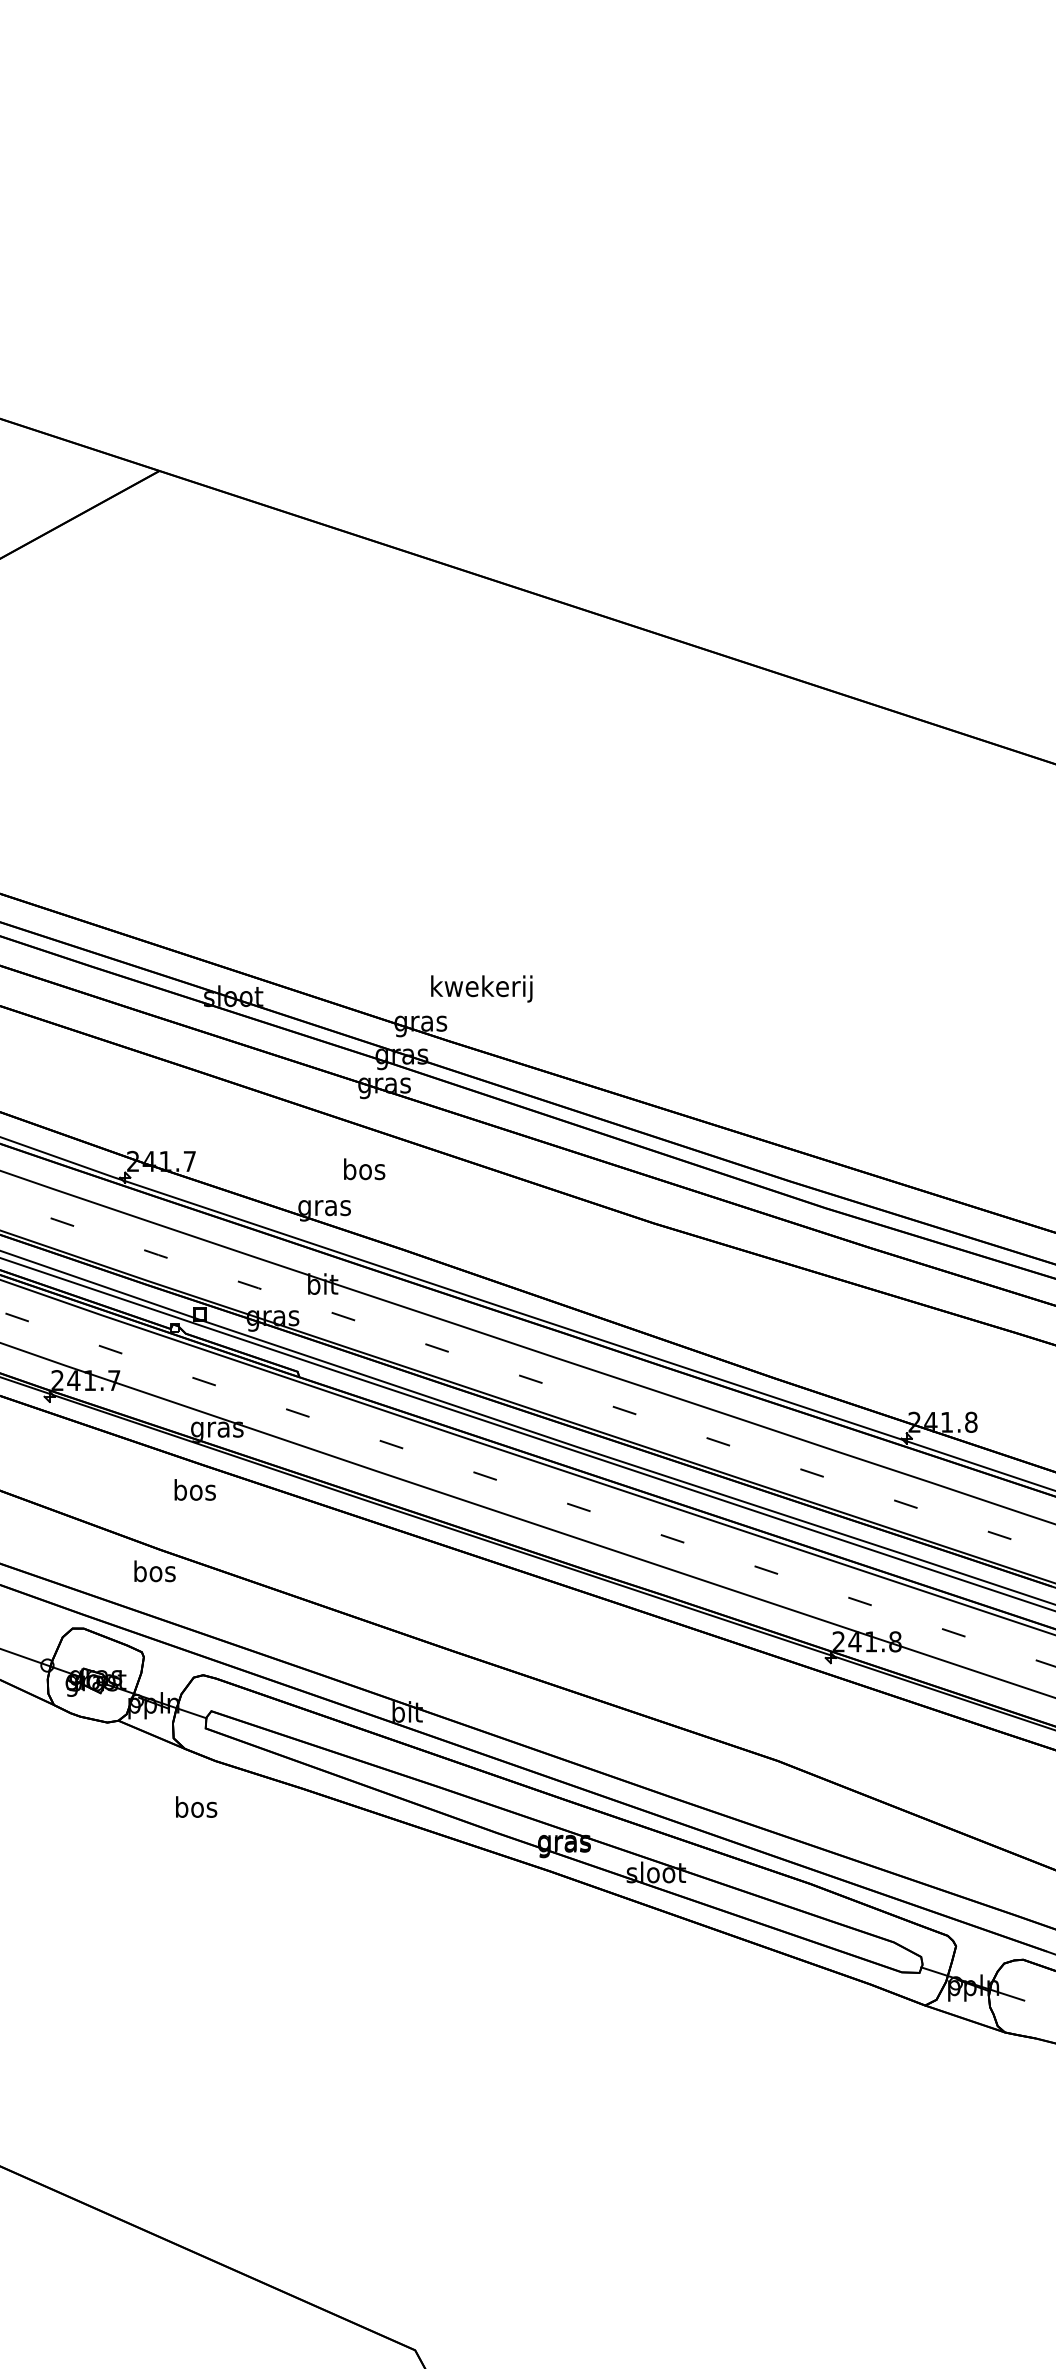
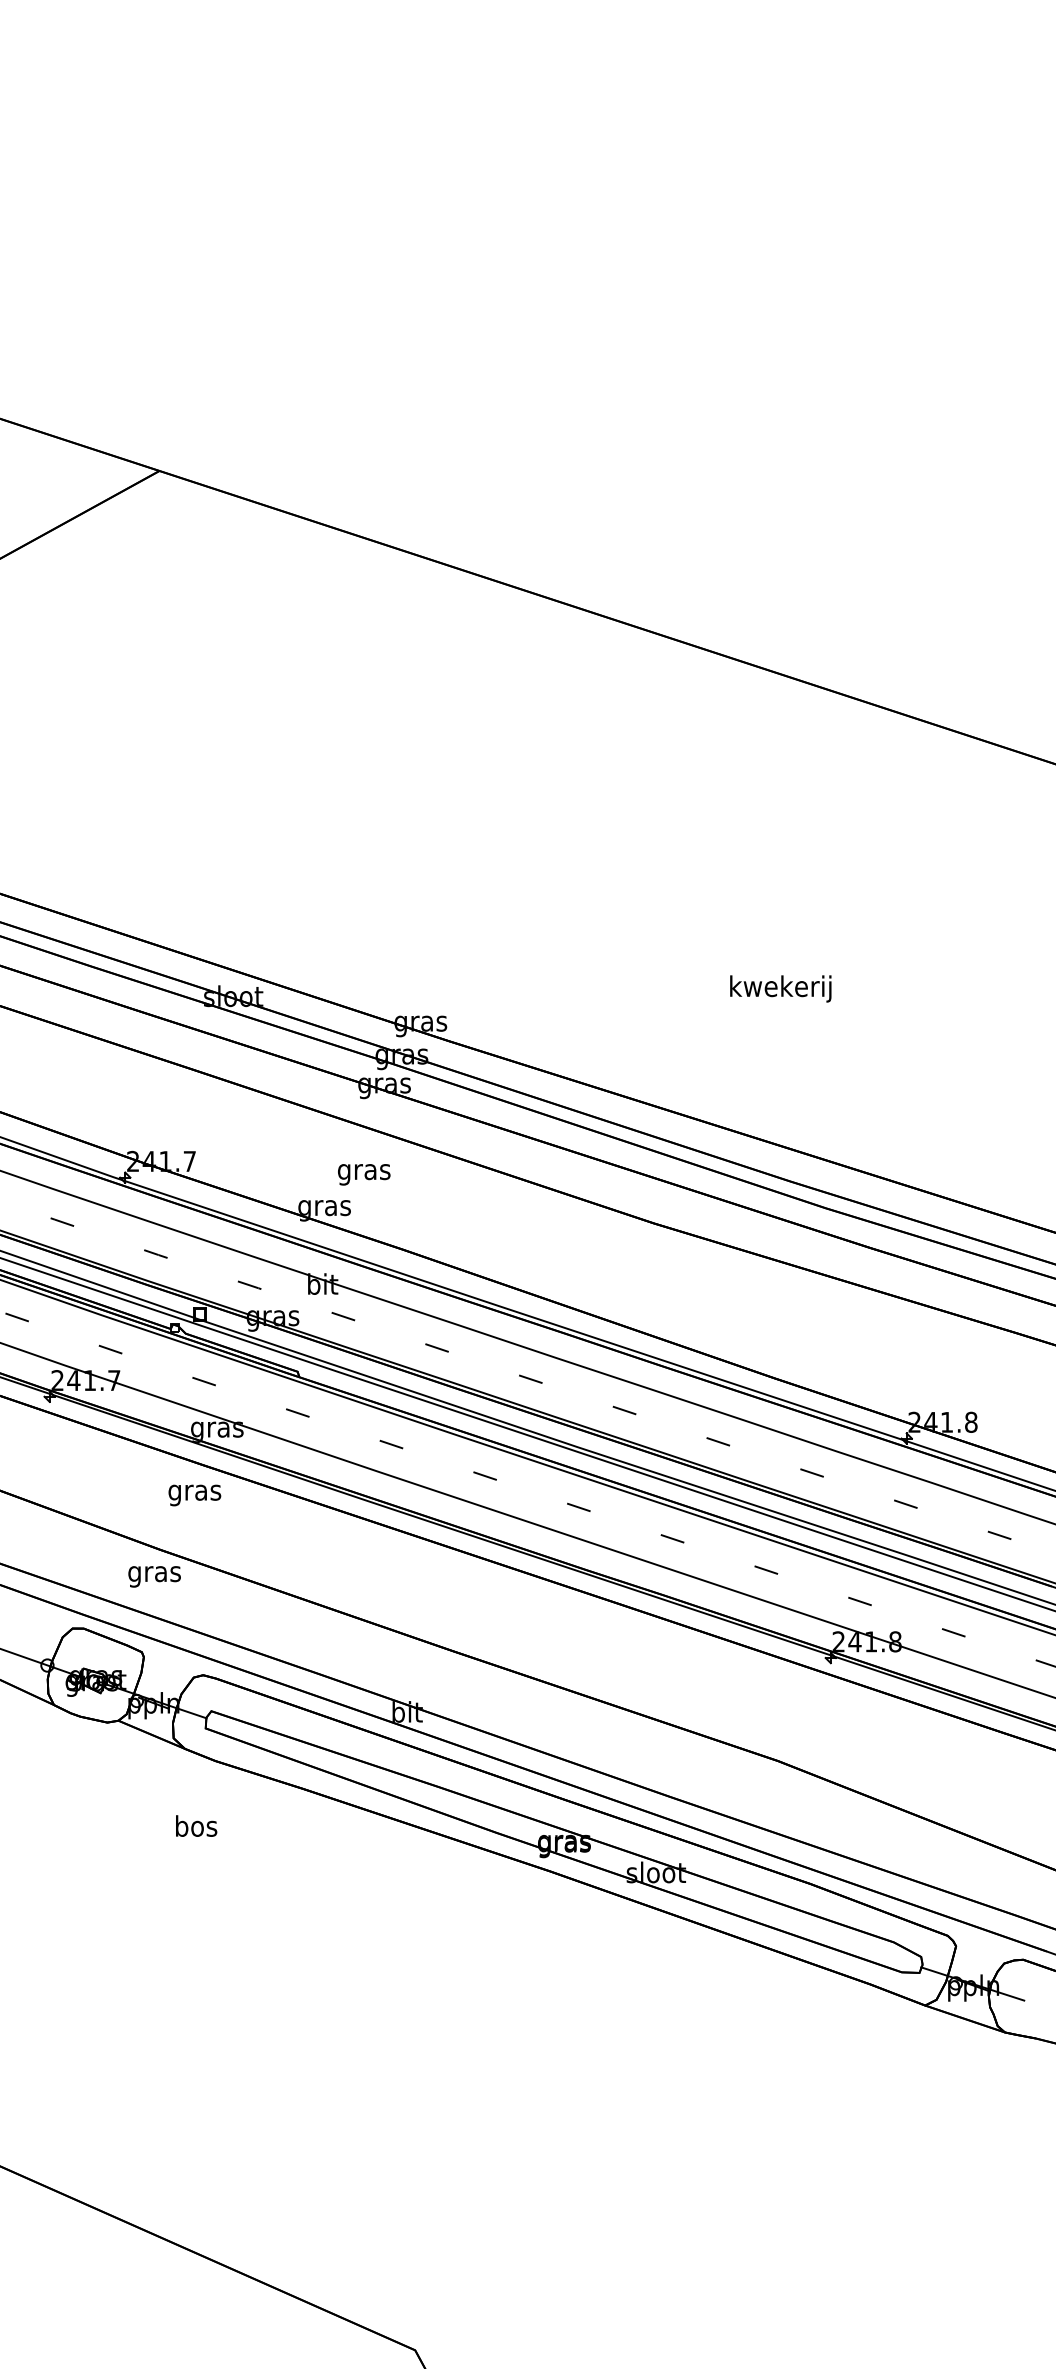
text at (481, 988) position: (481, 988) -> (780, 988)
text at (364, 1171): bos -> gras
text at (194, 1492): bos -> gras
text at (154, 1573): bos -> gras
text at (196, 1806) position: (196, 1806) -> (196, 1825)
